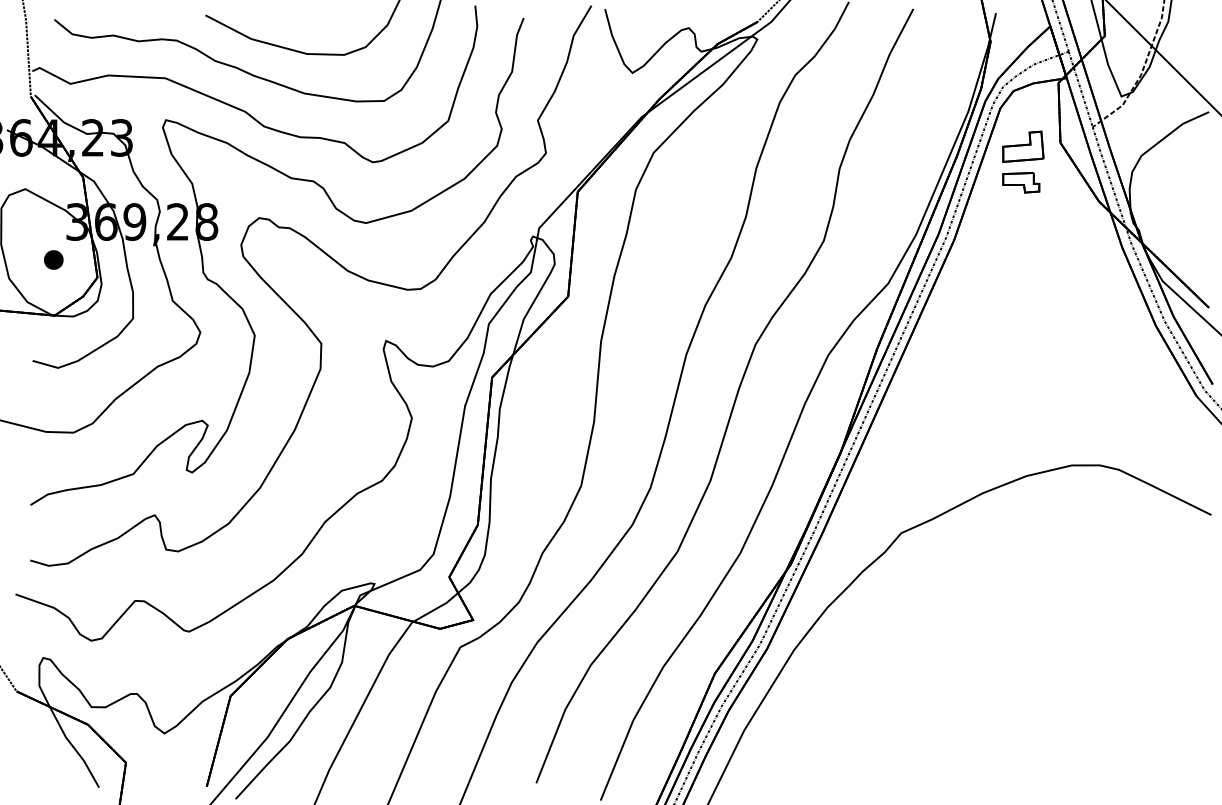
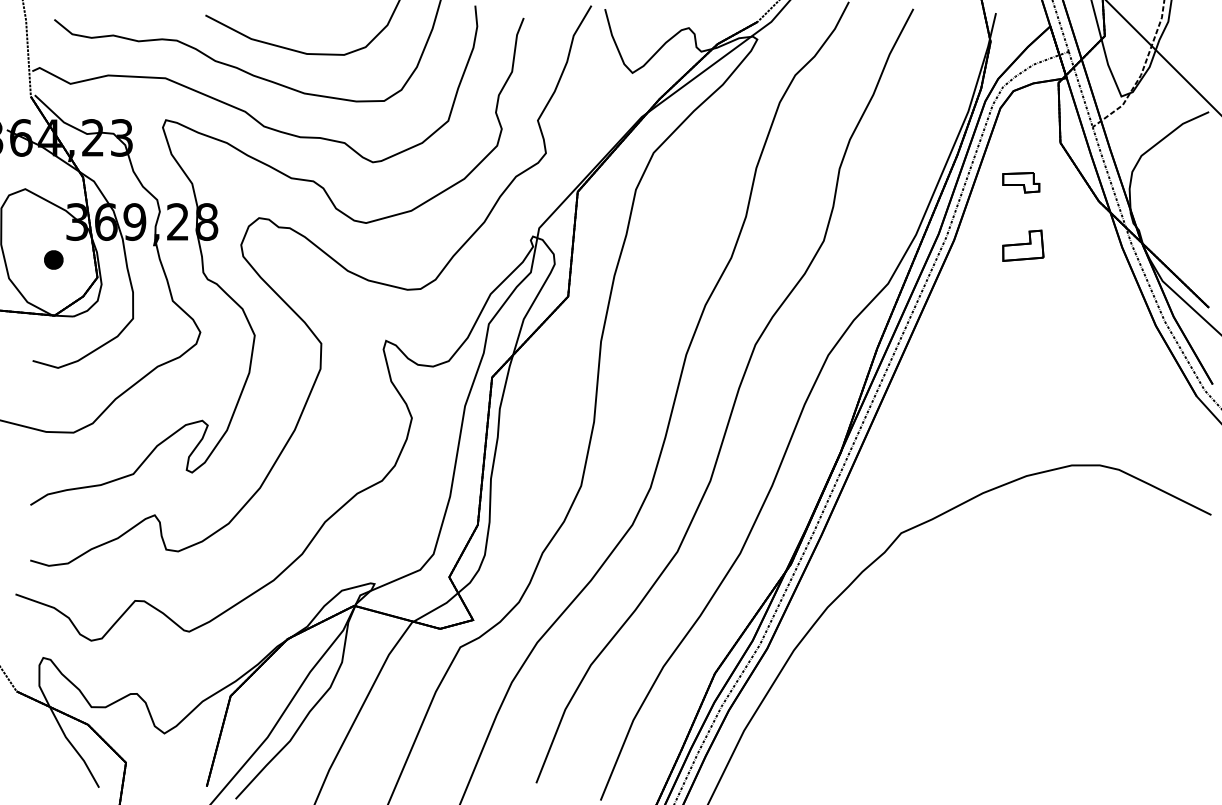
part at (1023, 146) position: (1023, 146) -> (1023, 245)
